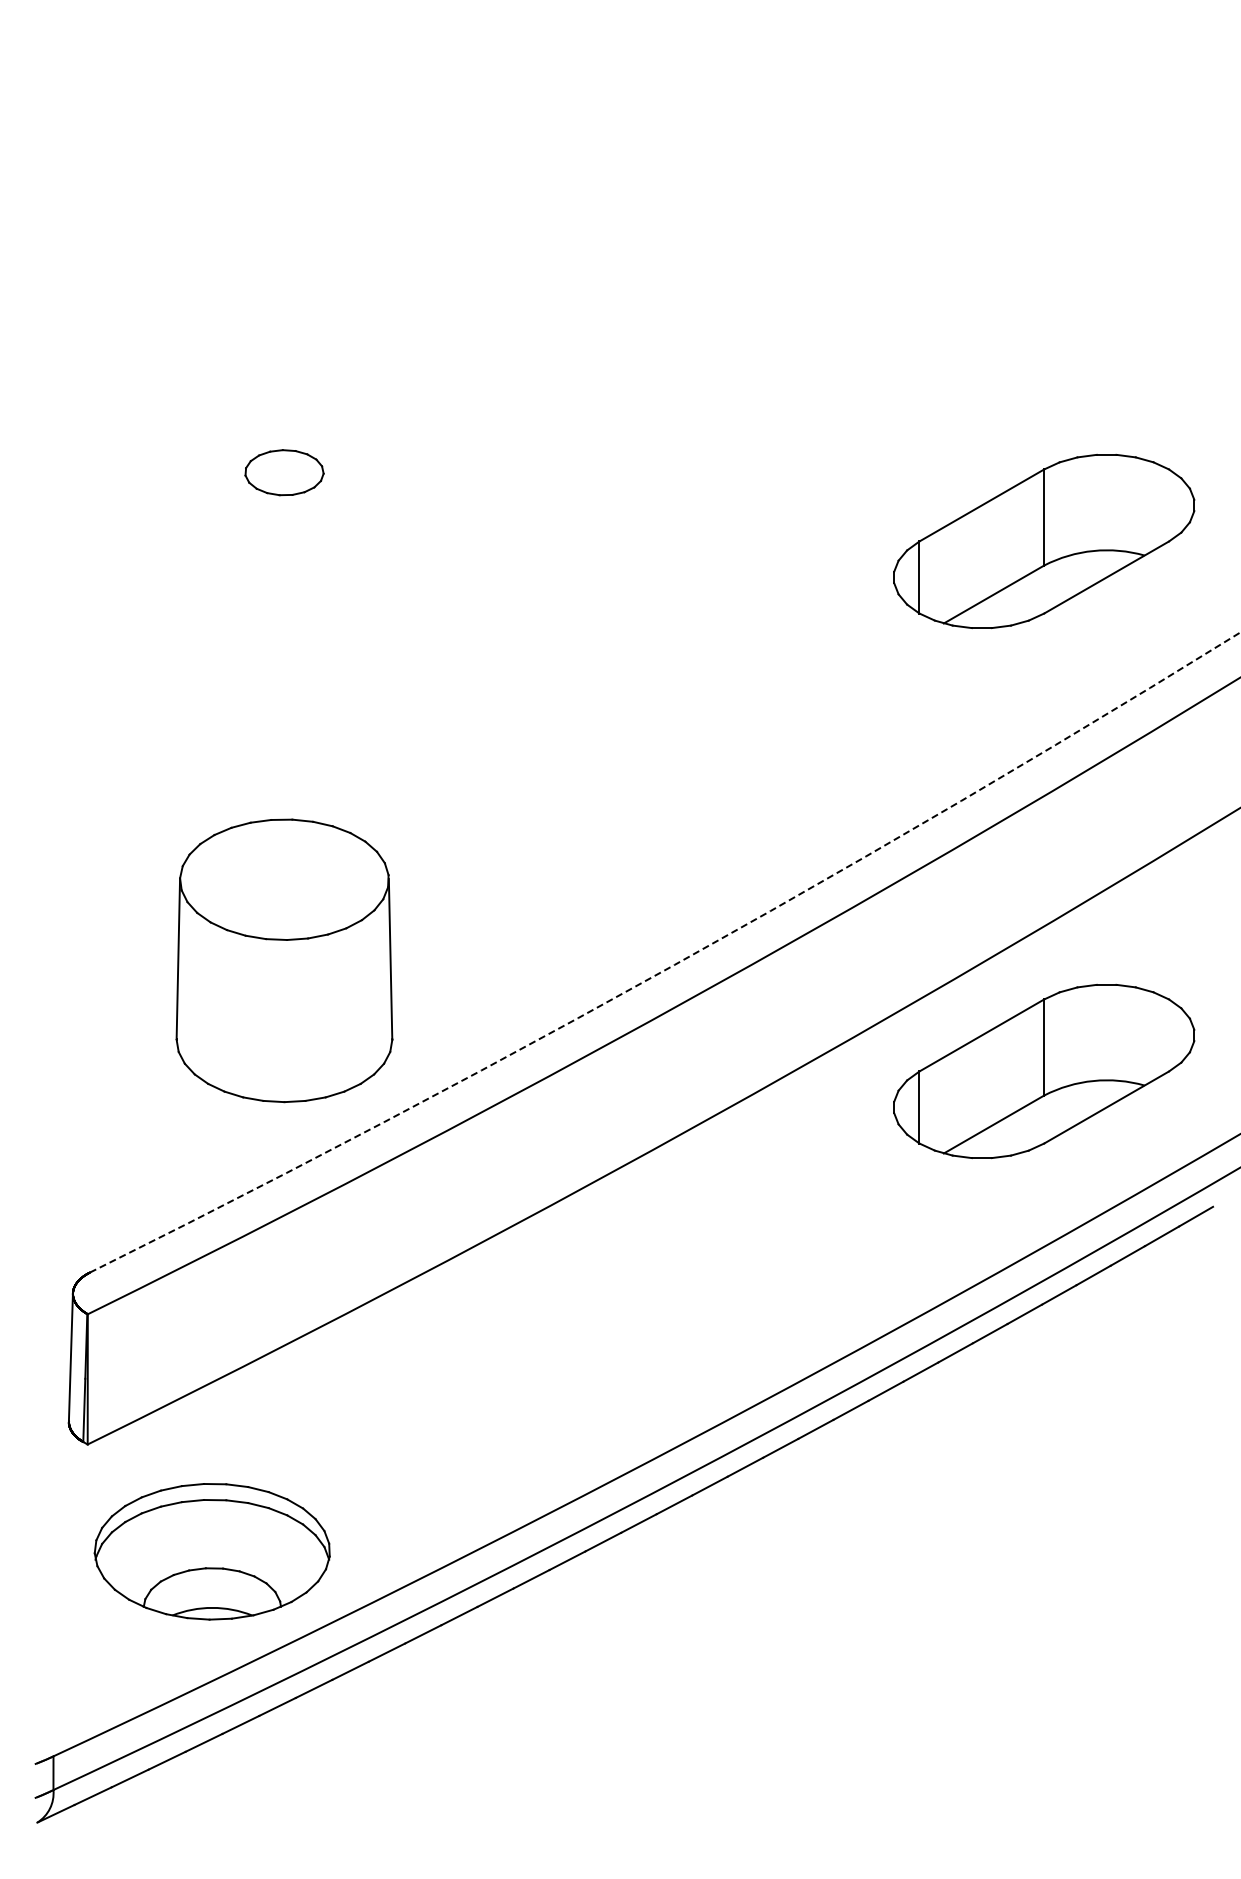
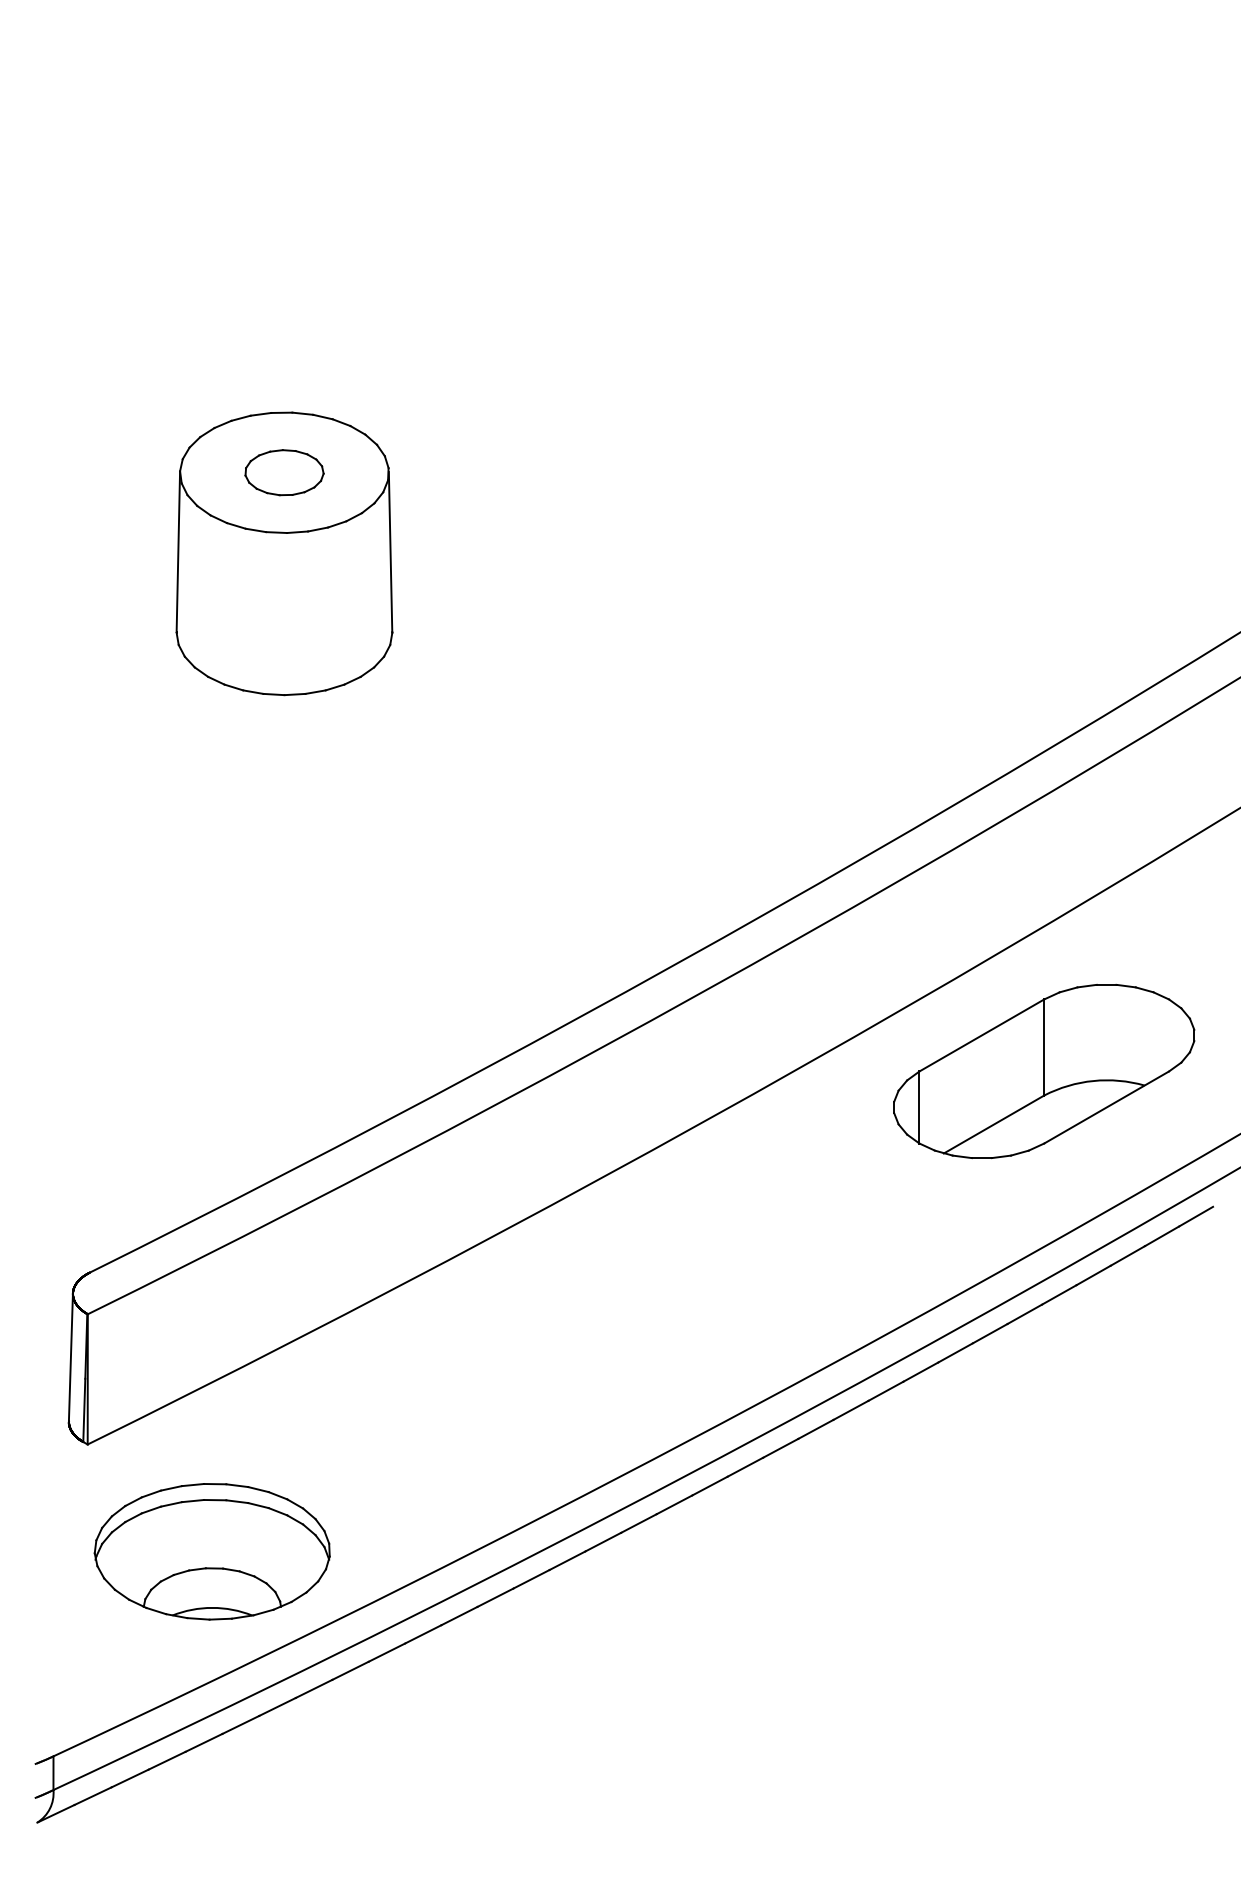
part at (1044, 541): present -> none
part at (284, 960) position: (284, 960) -> (284, 553)
arc at (673, 965): dashed -> solid
